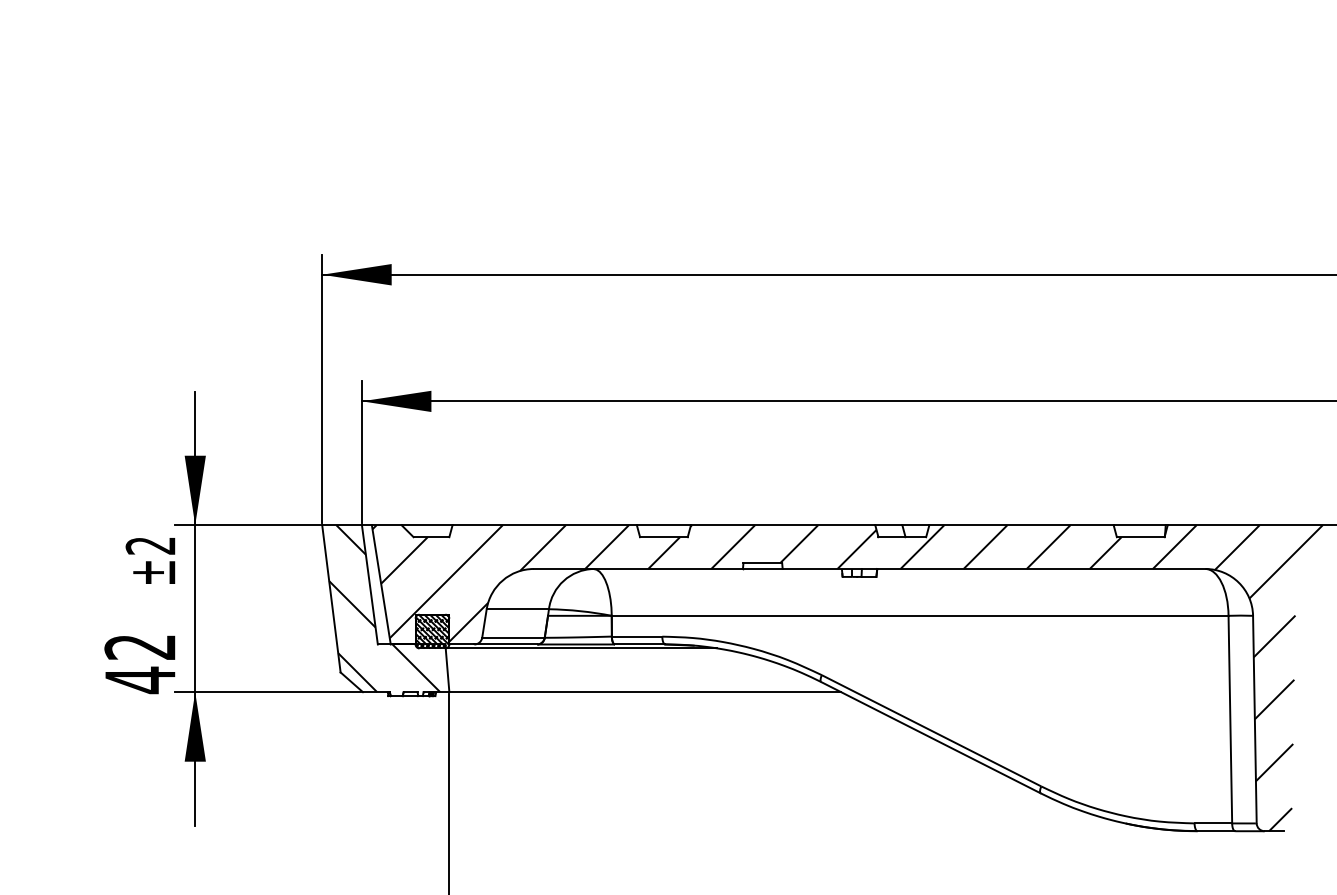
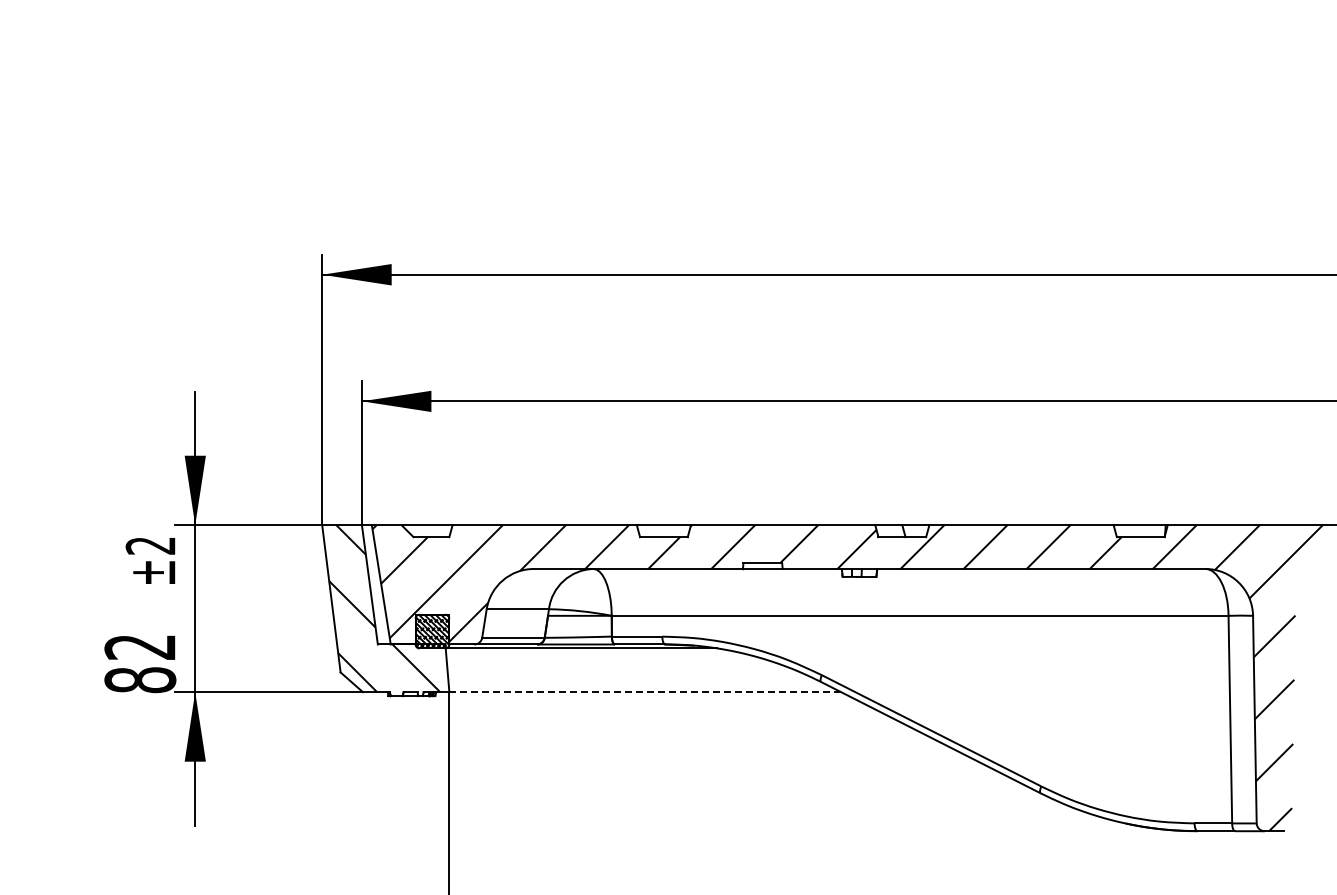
text at (140, 680): 42 -> 82
line at (645, 692): solid -> dashed
